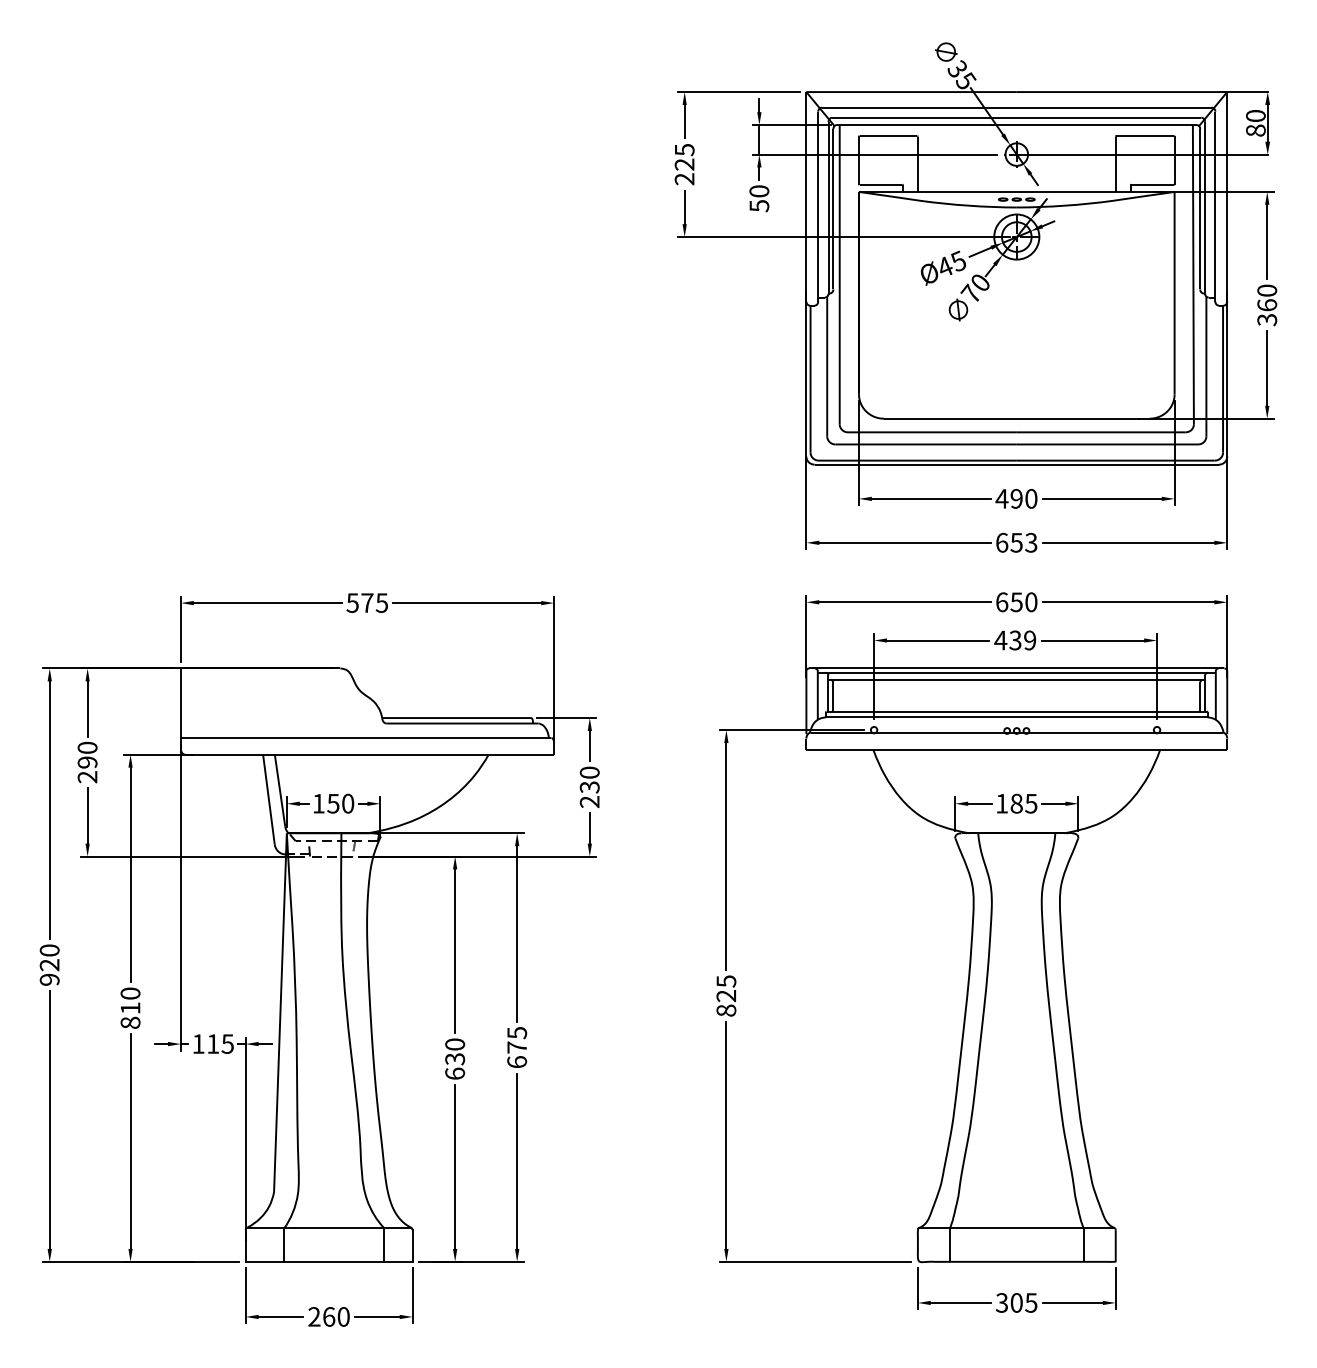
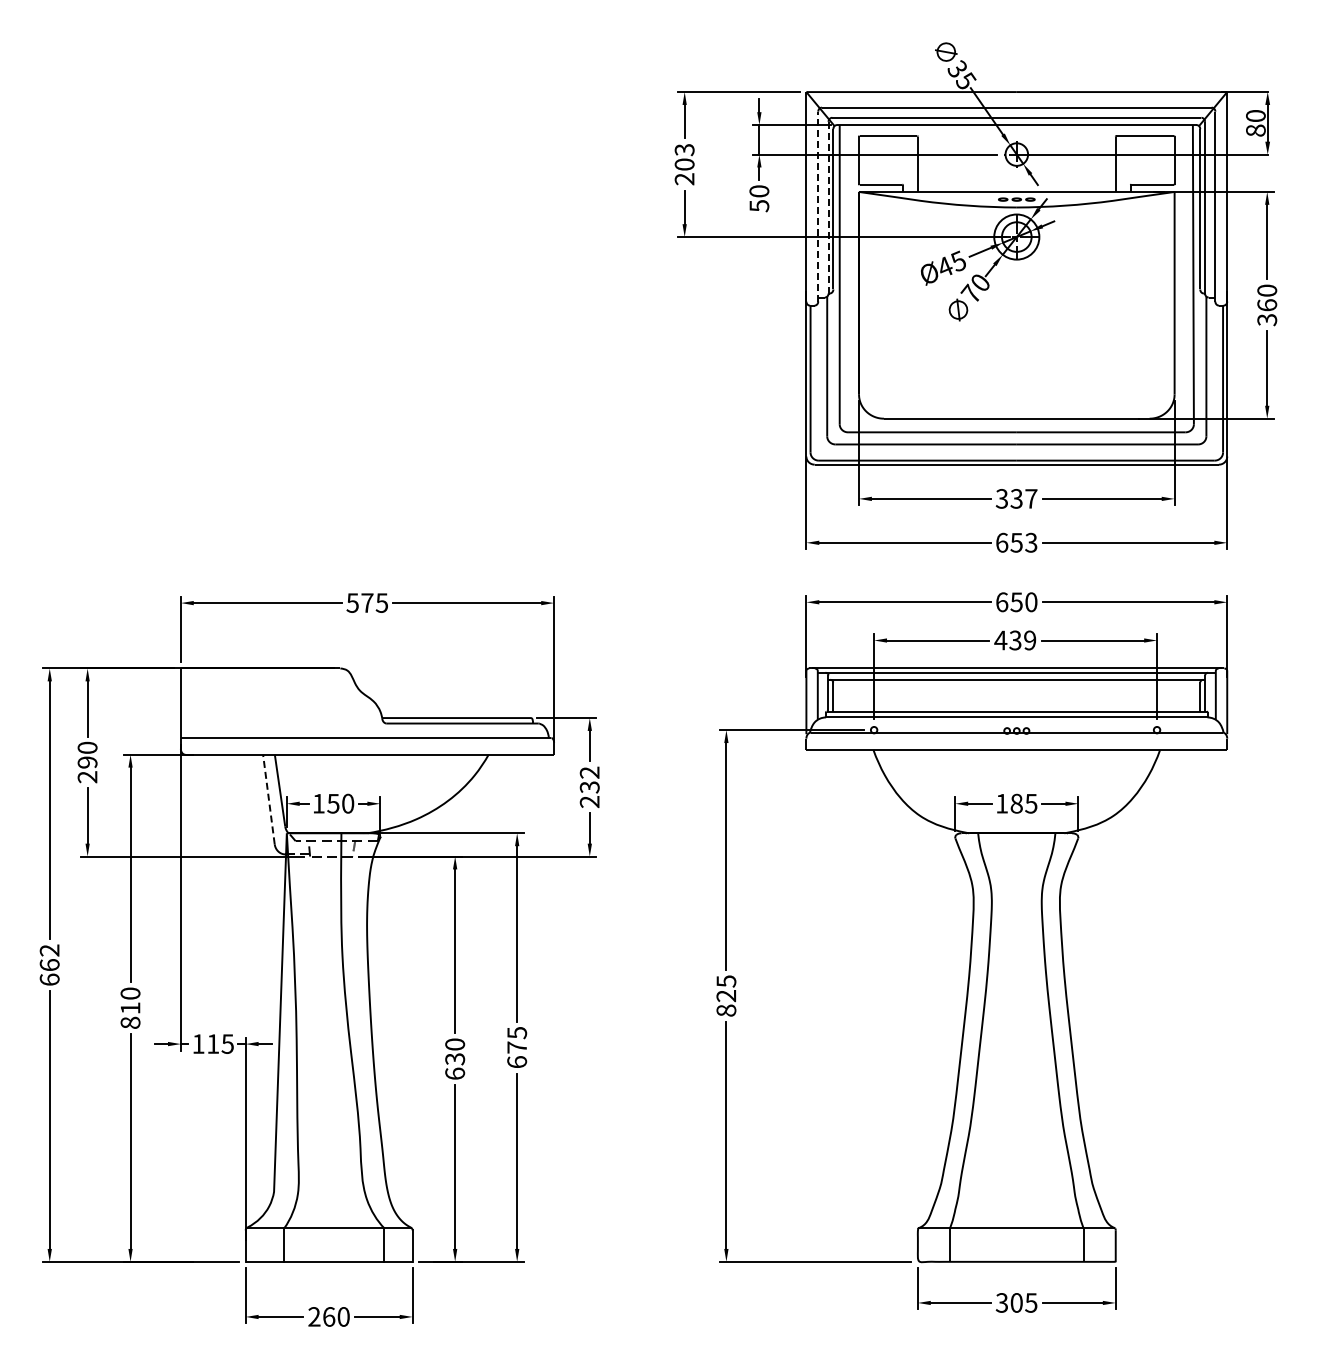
text at (684, 157): 225 -> 203
line at (818, 206): solid -> dashed
line at (828, 207): solid -> dashed
text at (1016, 498): 490 -> 337
text at (589, 772): 230 -> 232
line at (268, 799): solid -> dashed
text at (49, 964): 920 -> 662
